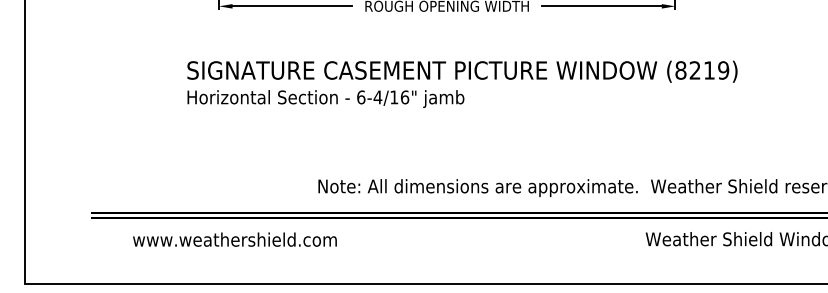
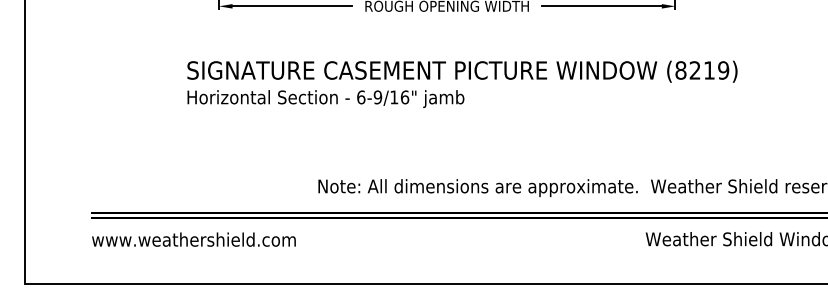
text at (377, 97): 6-4/16" -> 6-9/16"
text at (234, 239) position: (234, 239) -> (193, 239)
